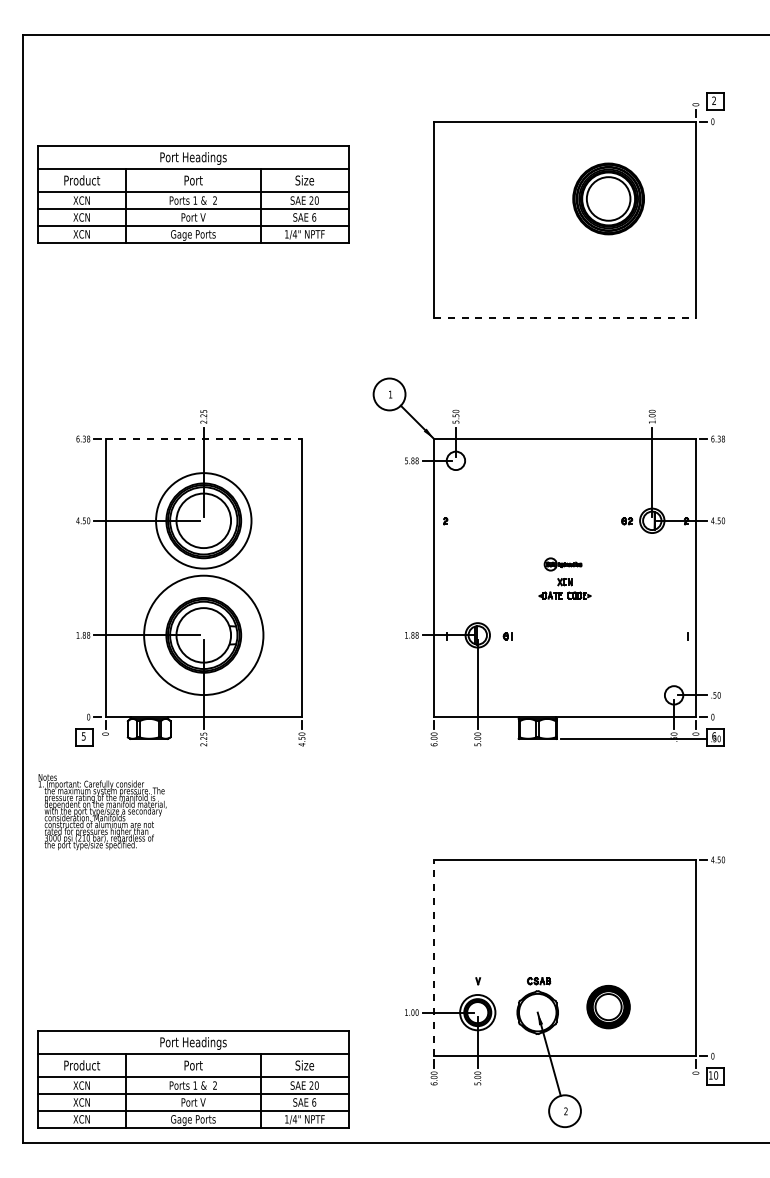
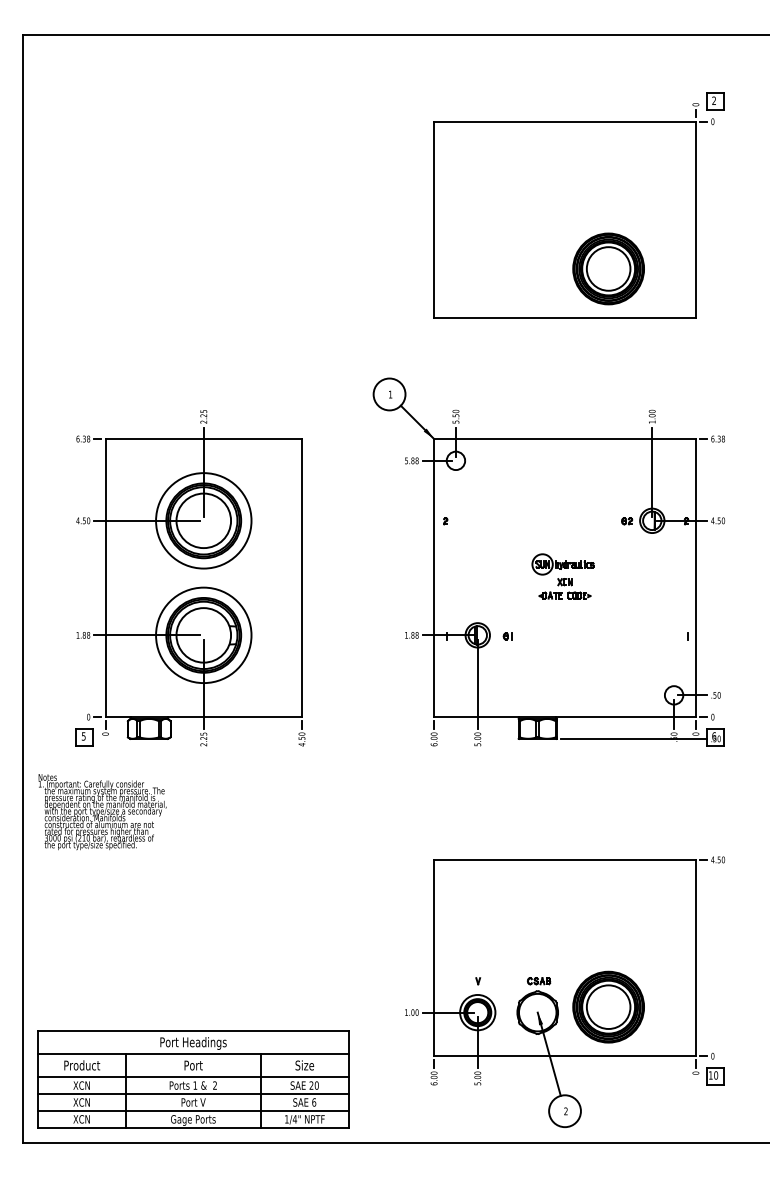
part at (193, 194): present -> none
part at (608, 198) position: (608, 198) -> (608, 268)
line at (565, 318): dashed -> solid
line at (204, 439): dashed -> solid
part at (562, 564) size: 40x15 px -> 64x23 px
circle at (203, 635) diameter: 119 px -> 95 px
line at (434, 957): dashed -> solid
part at (608, 1007) size: 45x45 px -> 73x74 px
